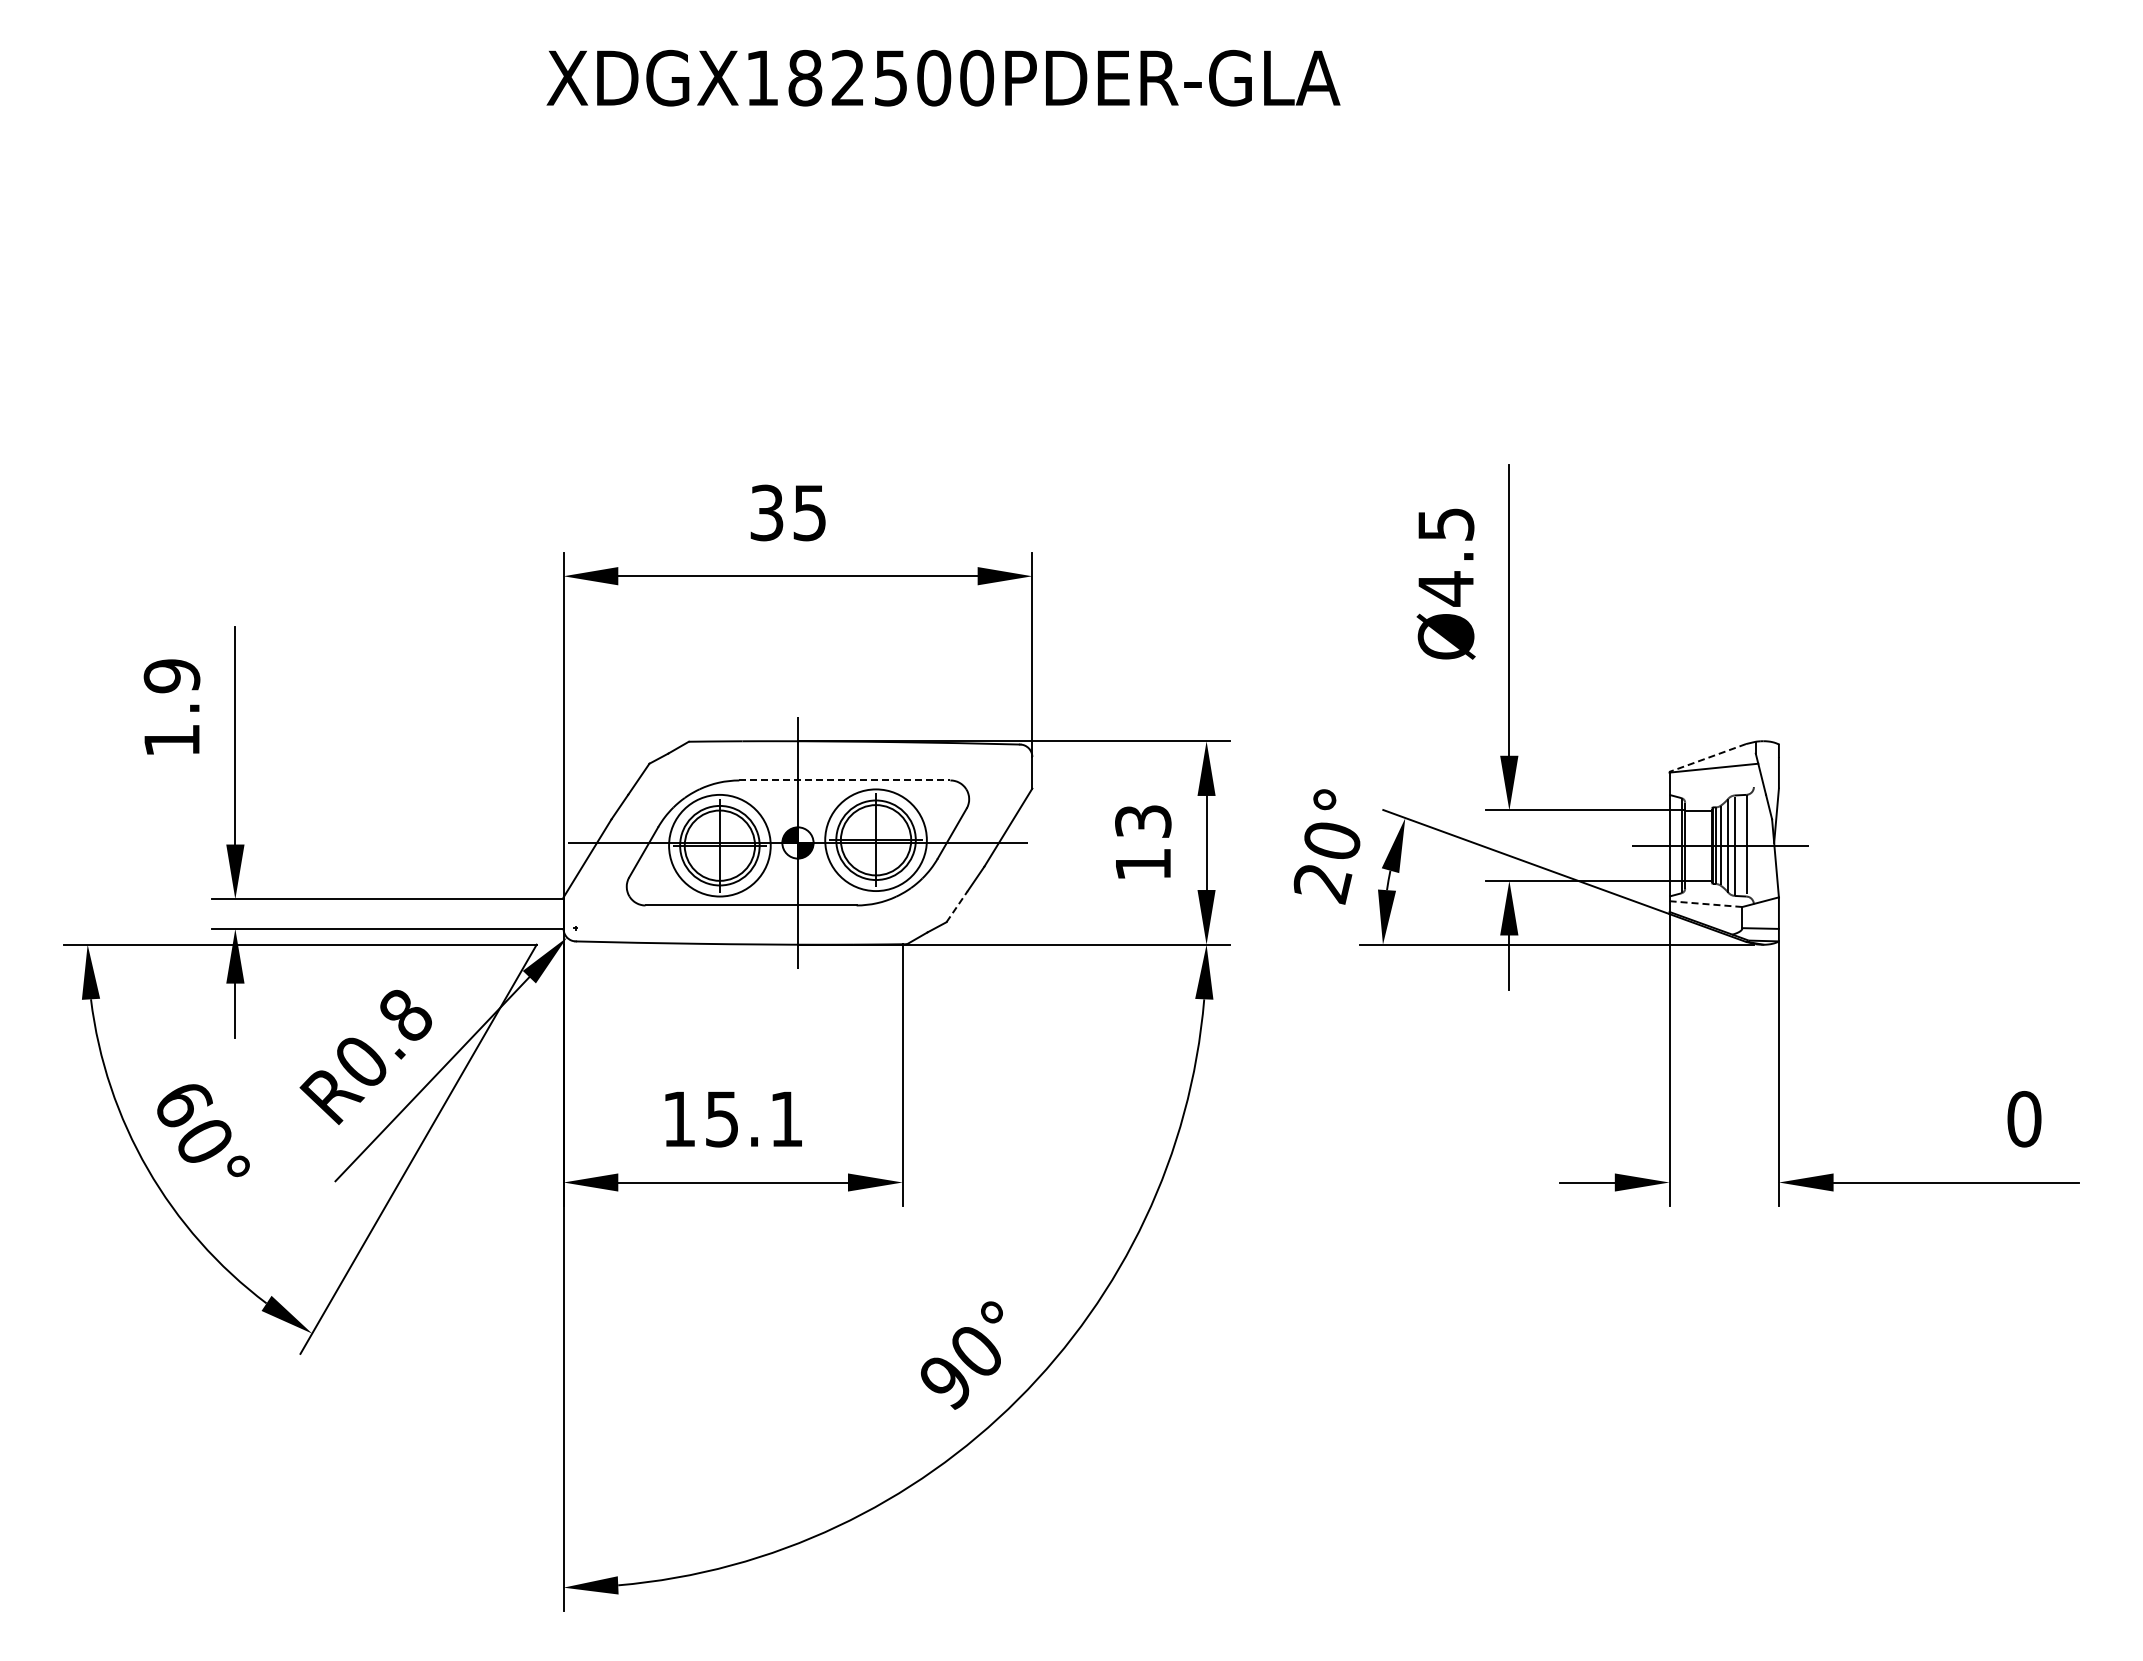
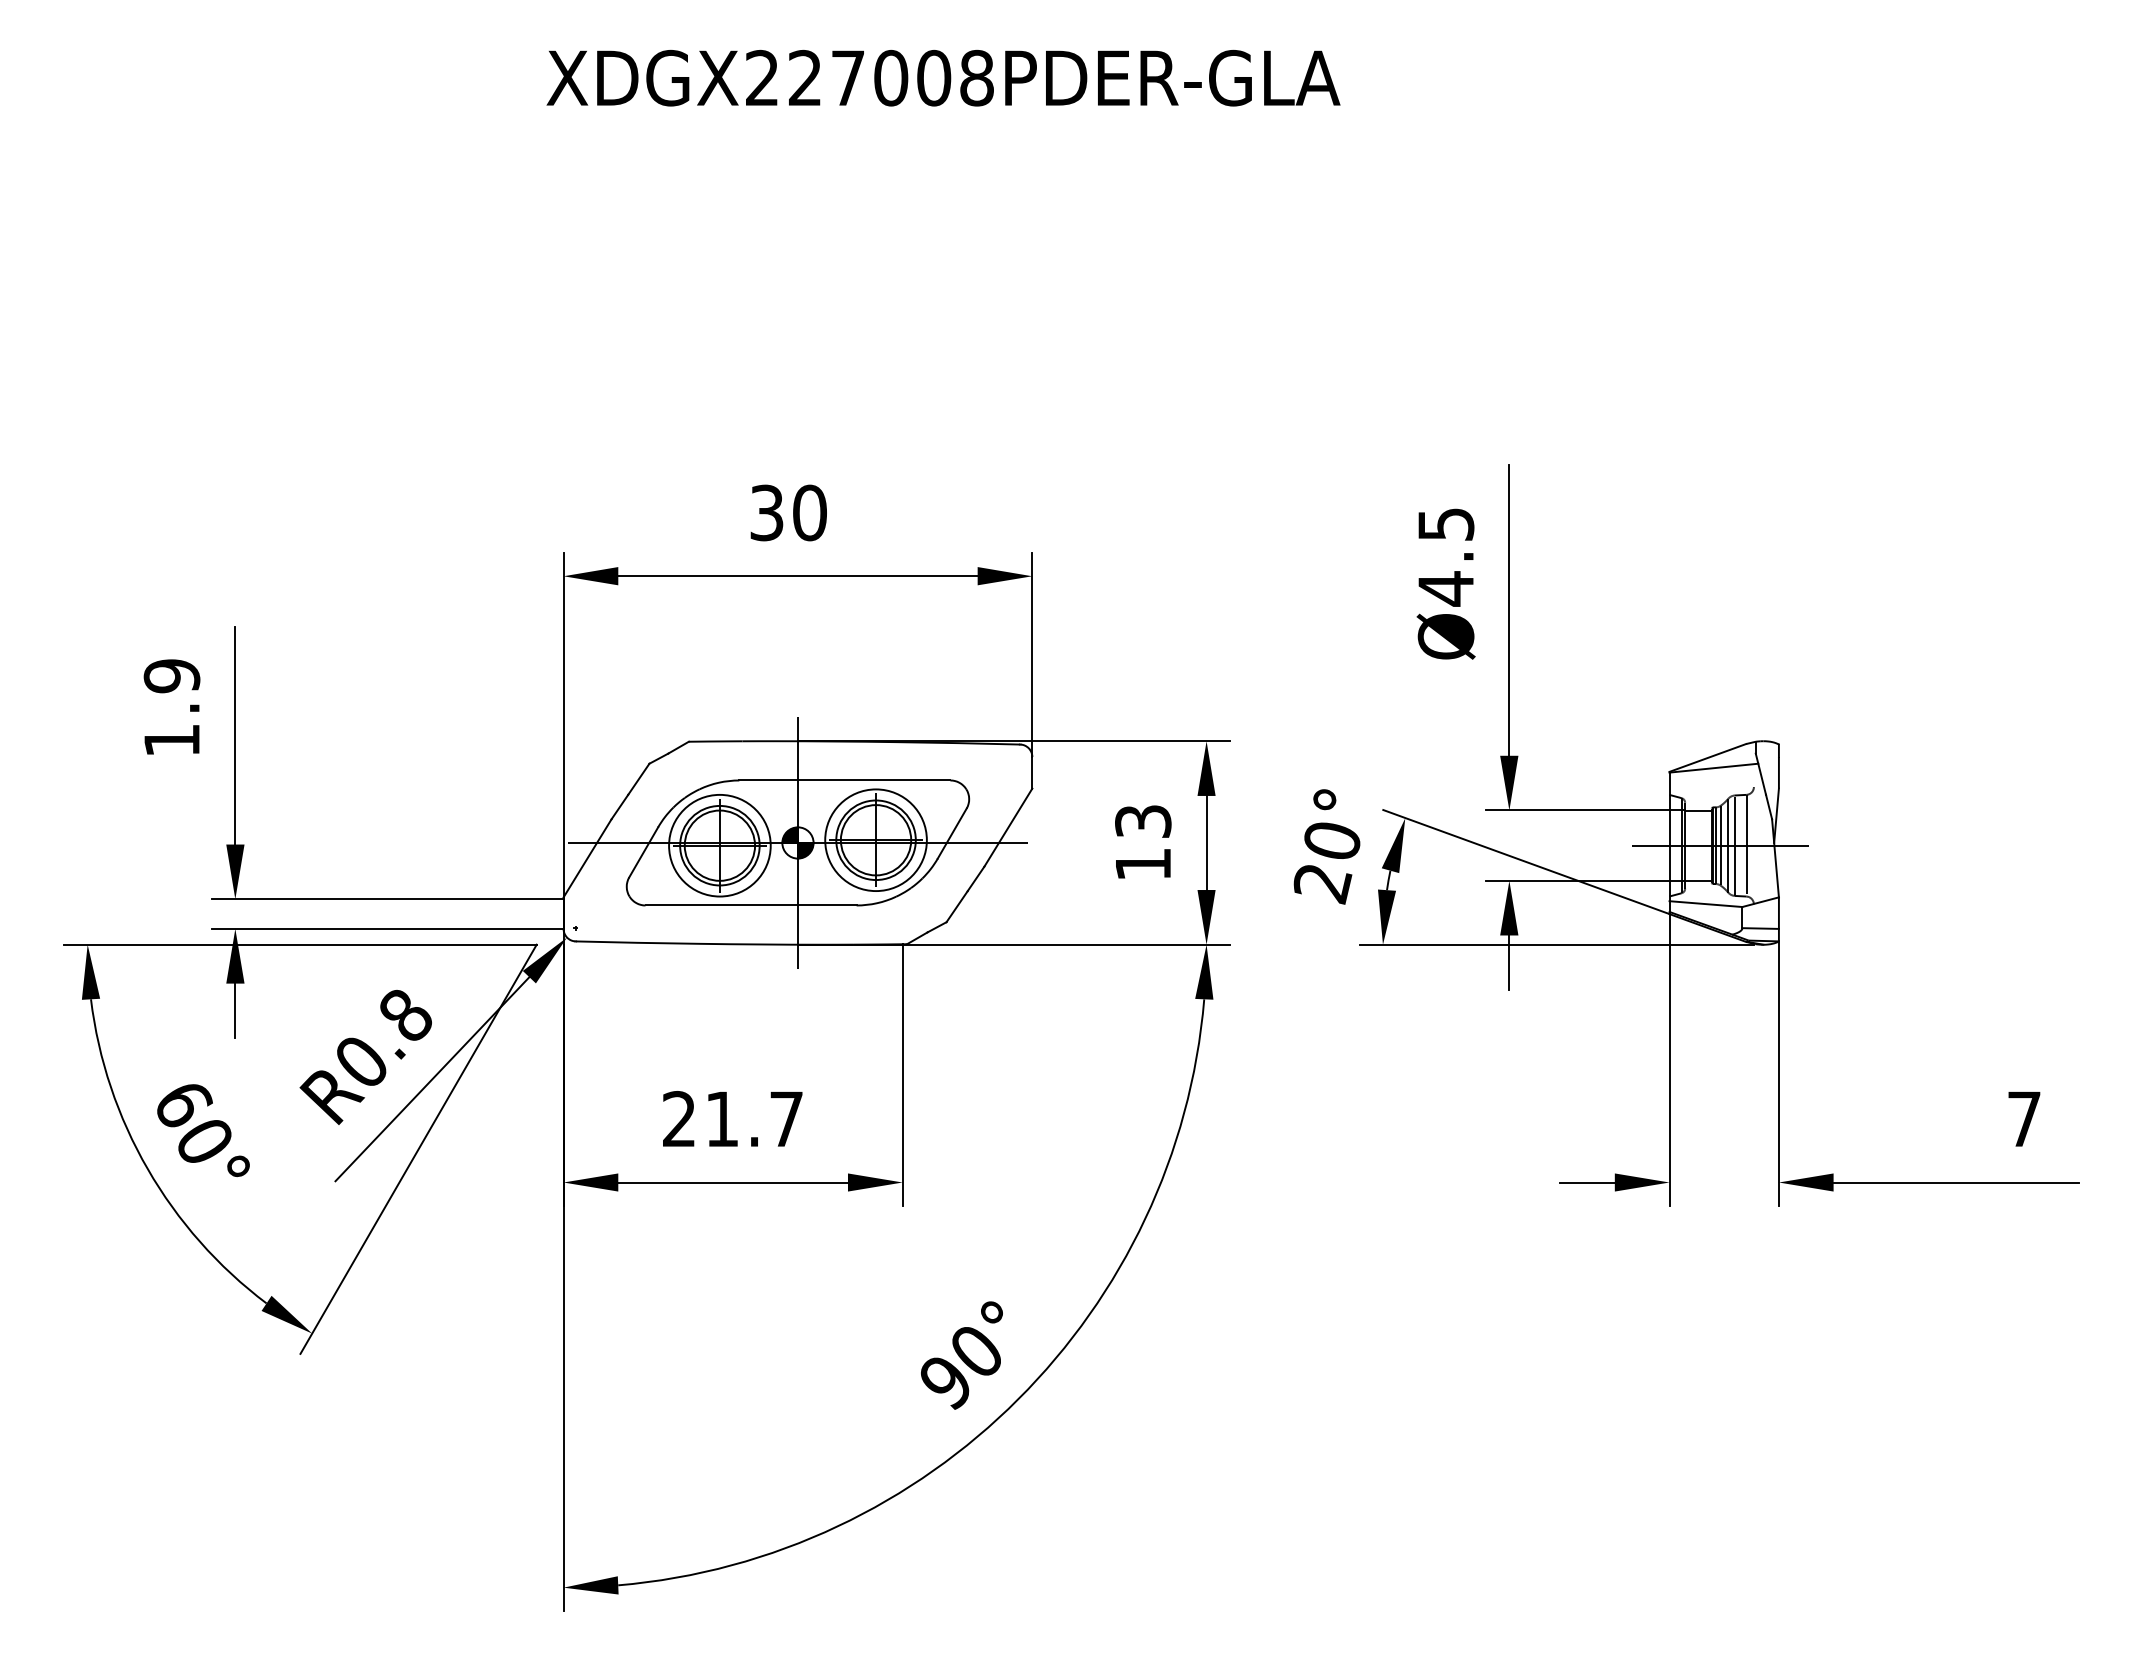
text at (870, 77): XDGX182500PDER-GLA -> XDGX227008PDER-GLA
text at (809, 512): 35 -> 30
line at (1707, 757): dashed -> solid
line at (844, 780): dashed -> solid
line at (1705, 904): dashed -> solid
line at (957, 906): dashed -> solid
text at (732, 1119): 15.1 -> 21.7
text at (2024, 1119): 0 -> 7
